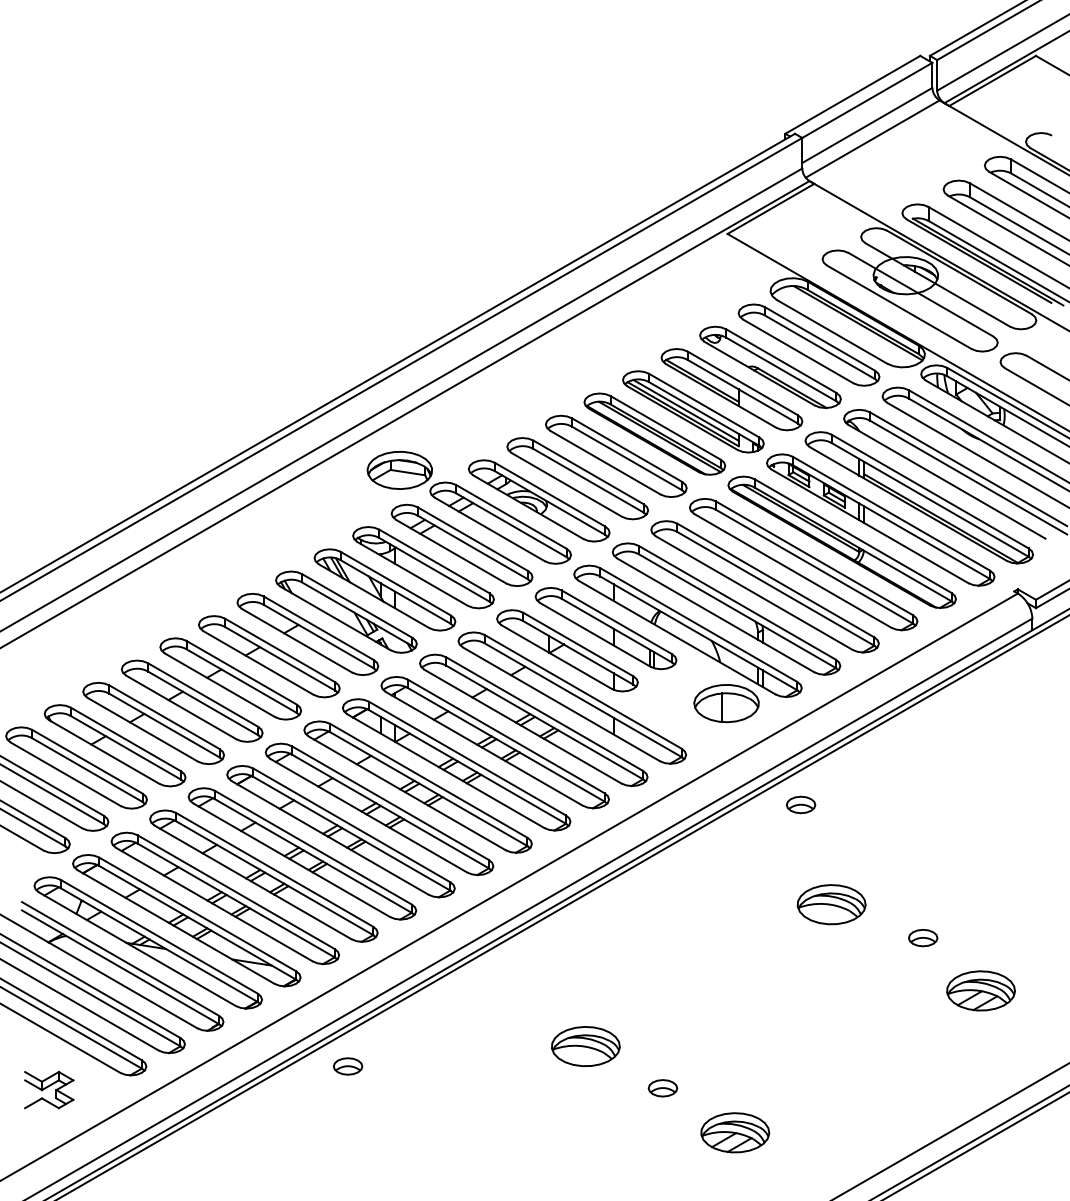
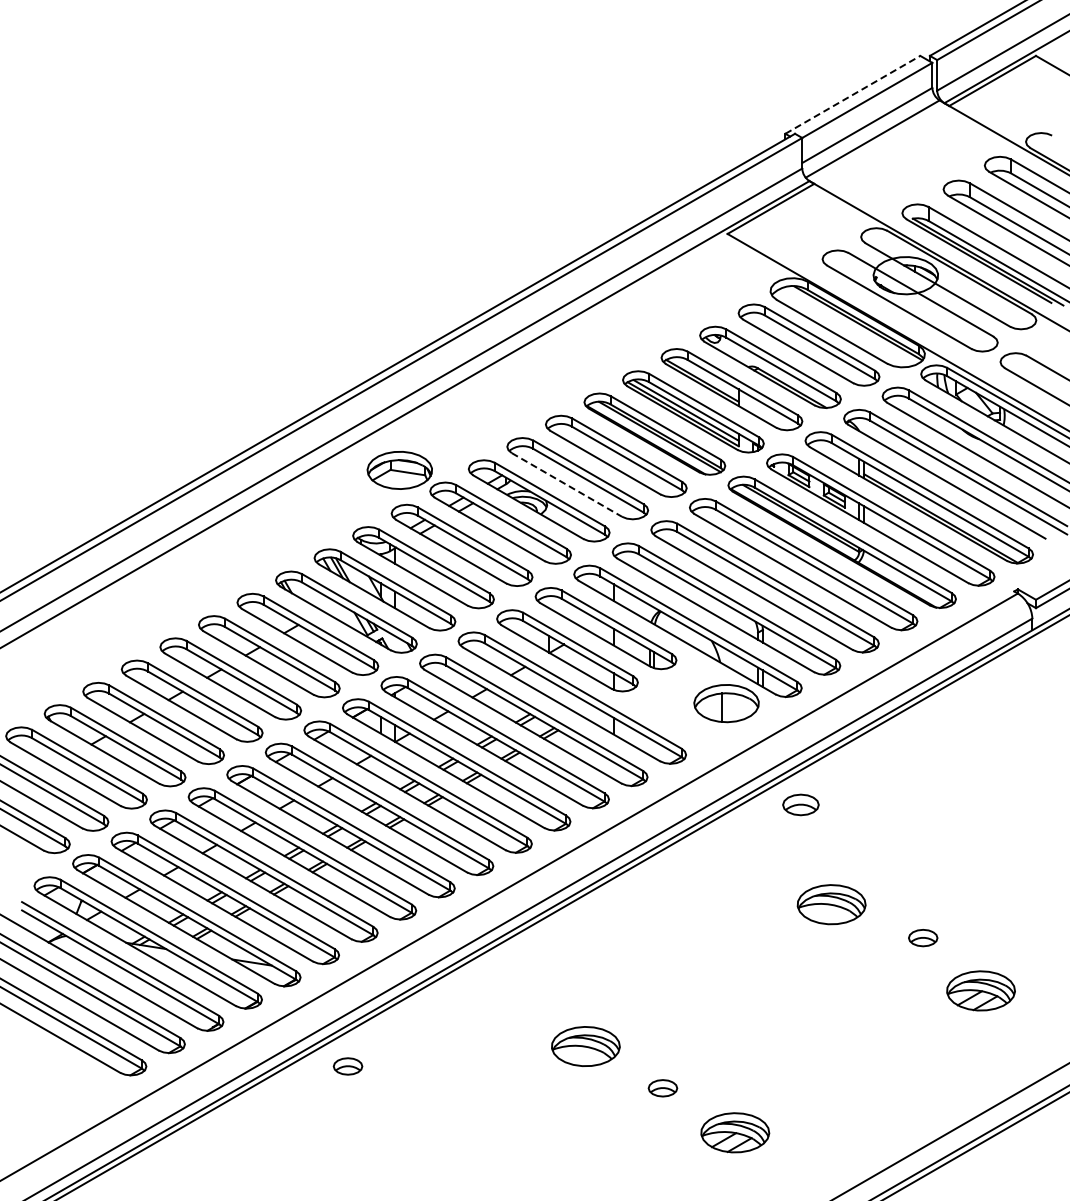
line at (852, 94): solid -> dashed
line at (566, 484): solid -> dashed
part at (801, 804) size: 31x20 px -> 38x24 px
part at (49, 1089): present -> none
